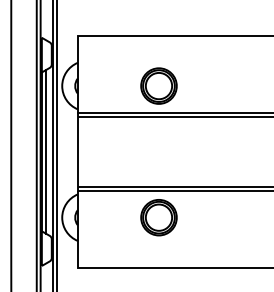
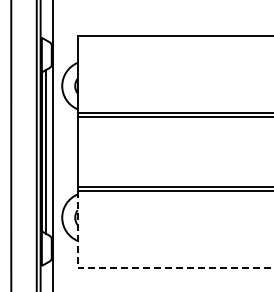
part at (158, 85): present -> none
line at (56, 145): present -> none
part at (158, 217): present -> none
line at (136, 268): solid -> dashed
